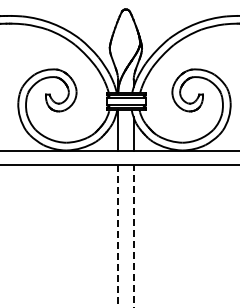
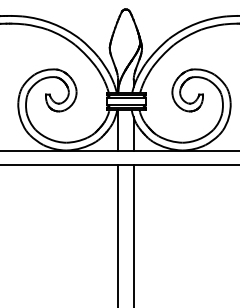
line at (133, 235): dashed -> solid
line at (118, 236): dashed -> solid
